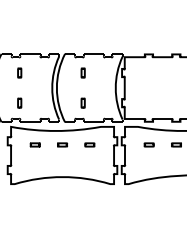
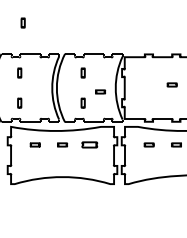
part at (22, 22): none -> present
part at (171, 84): none -> present
part at (100, 91): none -> present
part at (89, 144) size: 12x6 px -> 18x8 px
